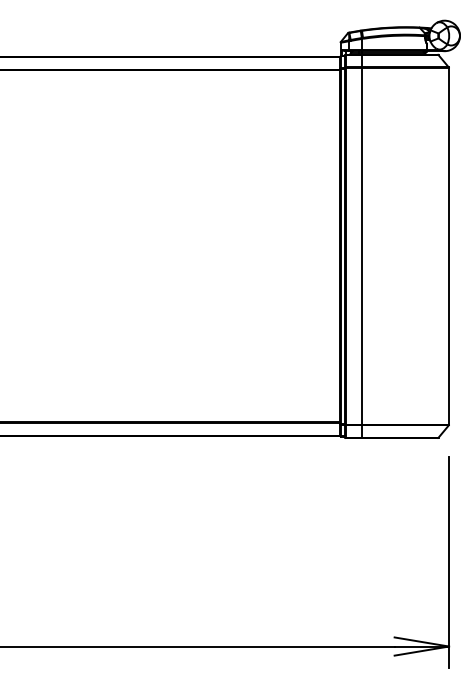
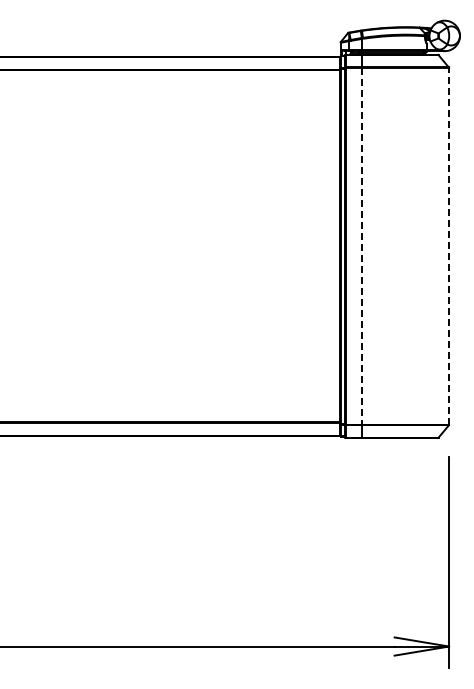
line at (449, 245): solid -> dashed
line at (361, 246): solid -> dashed
